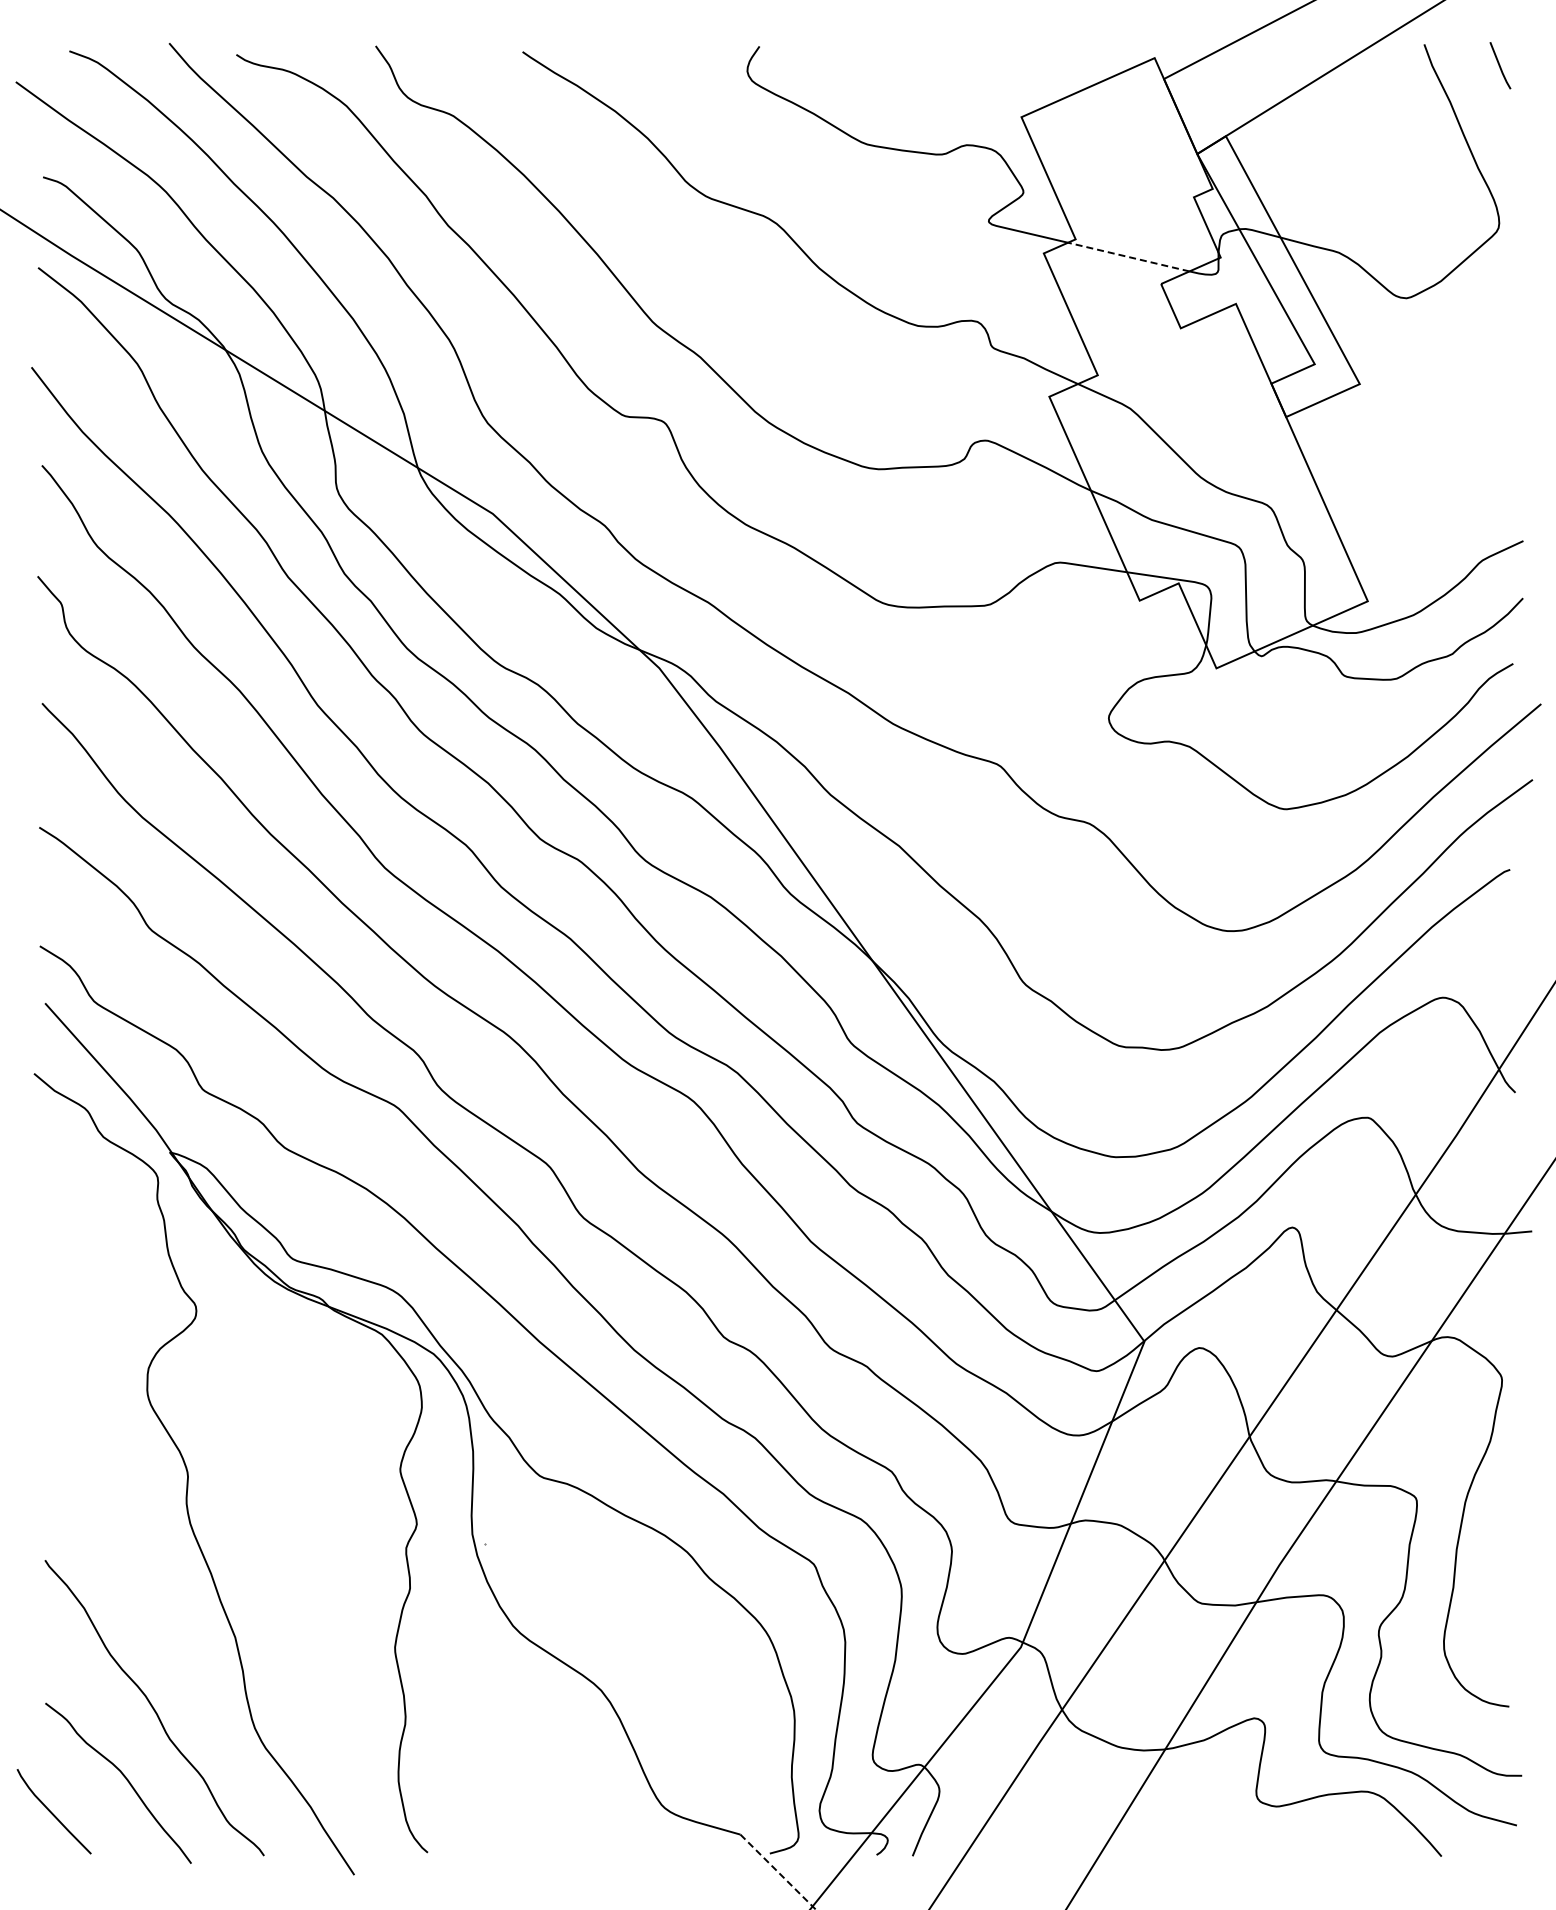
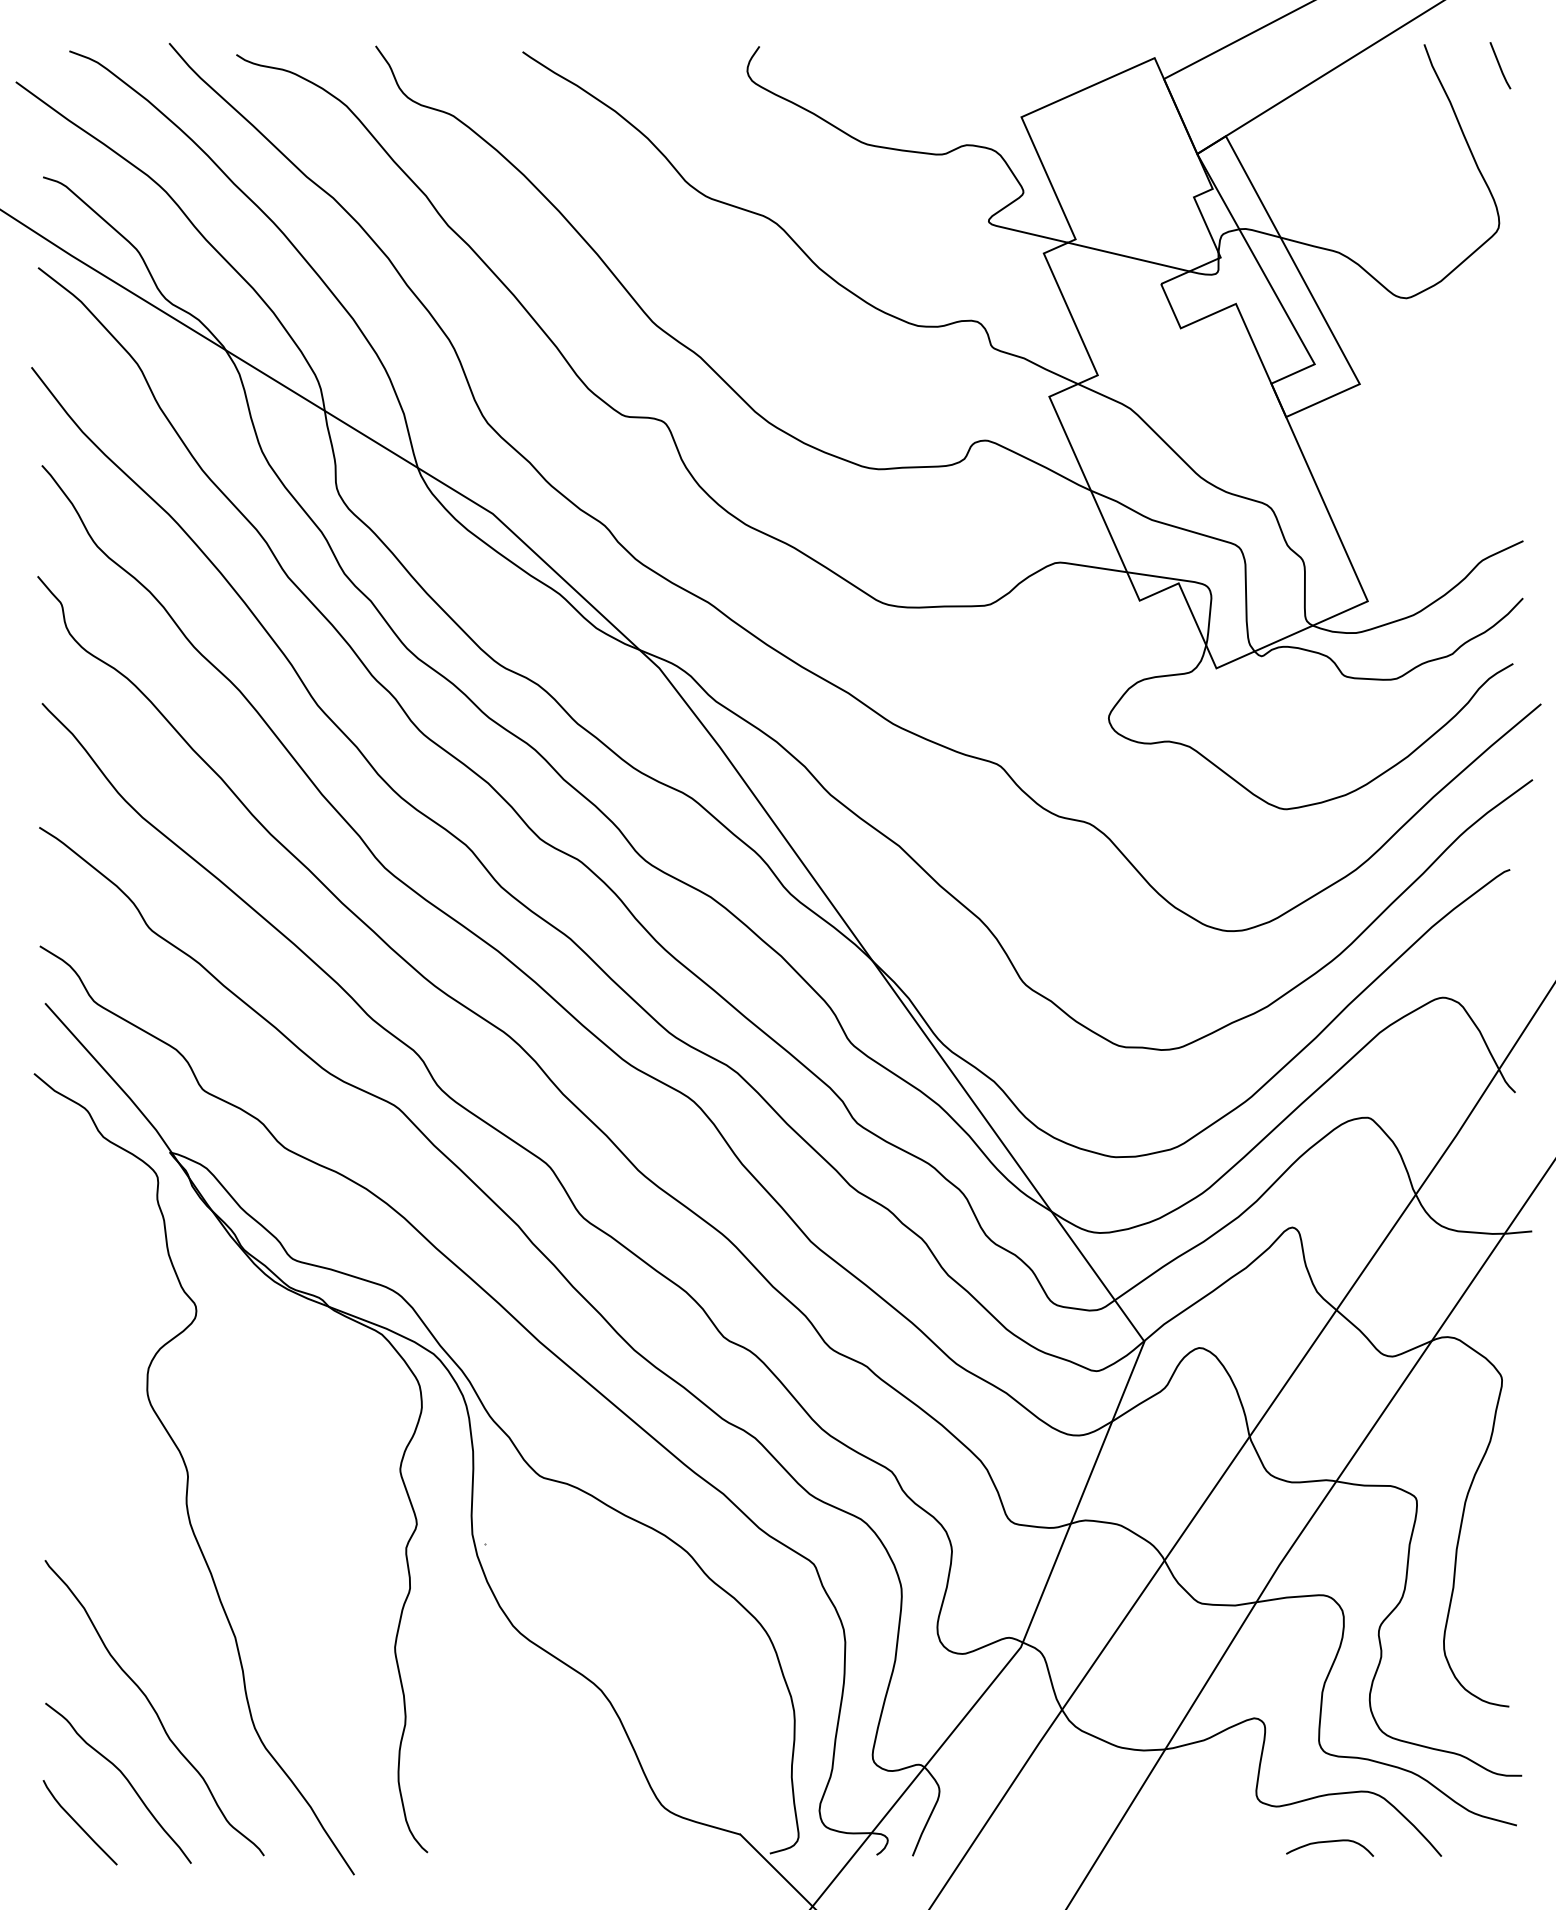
line at (1128, 256): dashed -> solid
curve at (52, 1812) position: (52, 1812) -> (78, 1823)
curve at (1329, 1842): none -> present
line at (778, 1872): dashed -> solid
